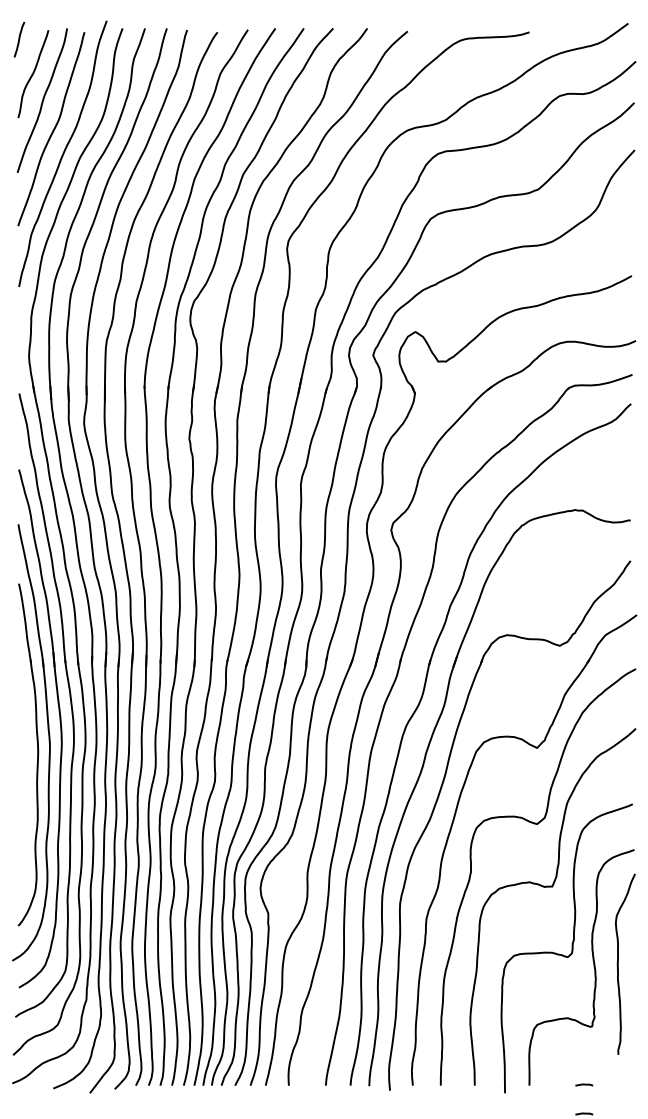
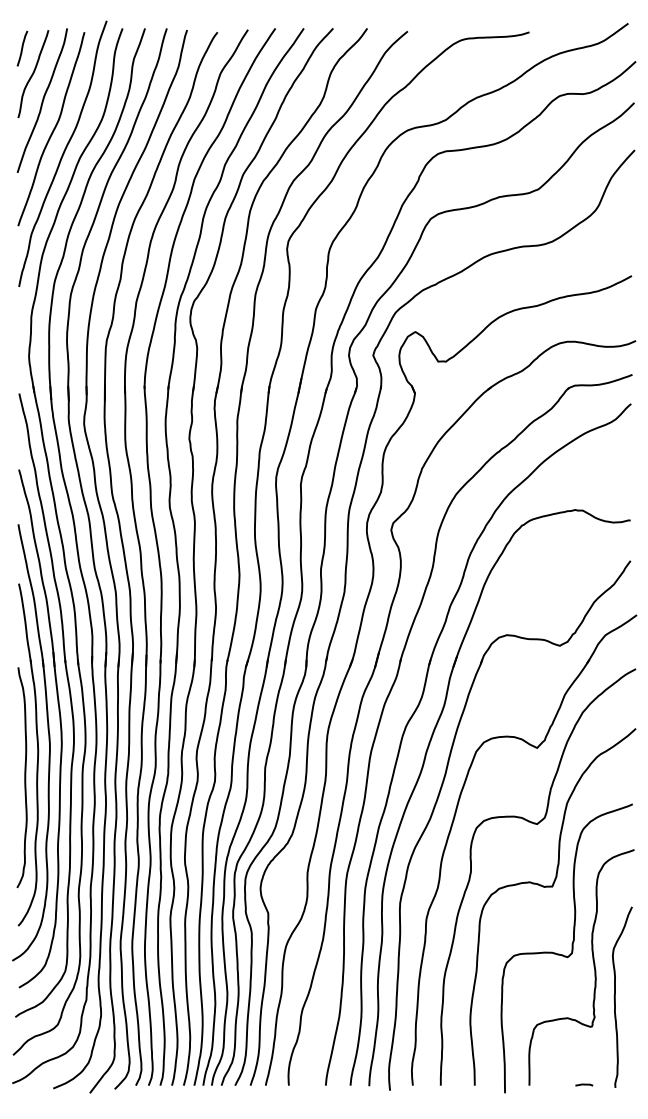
line at (19, 39) position: (19, 39) -> (22, 48)
curve at (24, 777): none -> present
curve at (618, 963) position: (618, 963) -> (615, 996)
line at (584, 1113): present -> none
